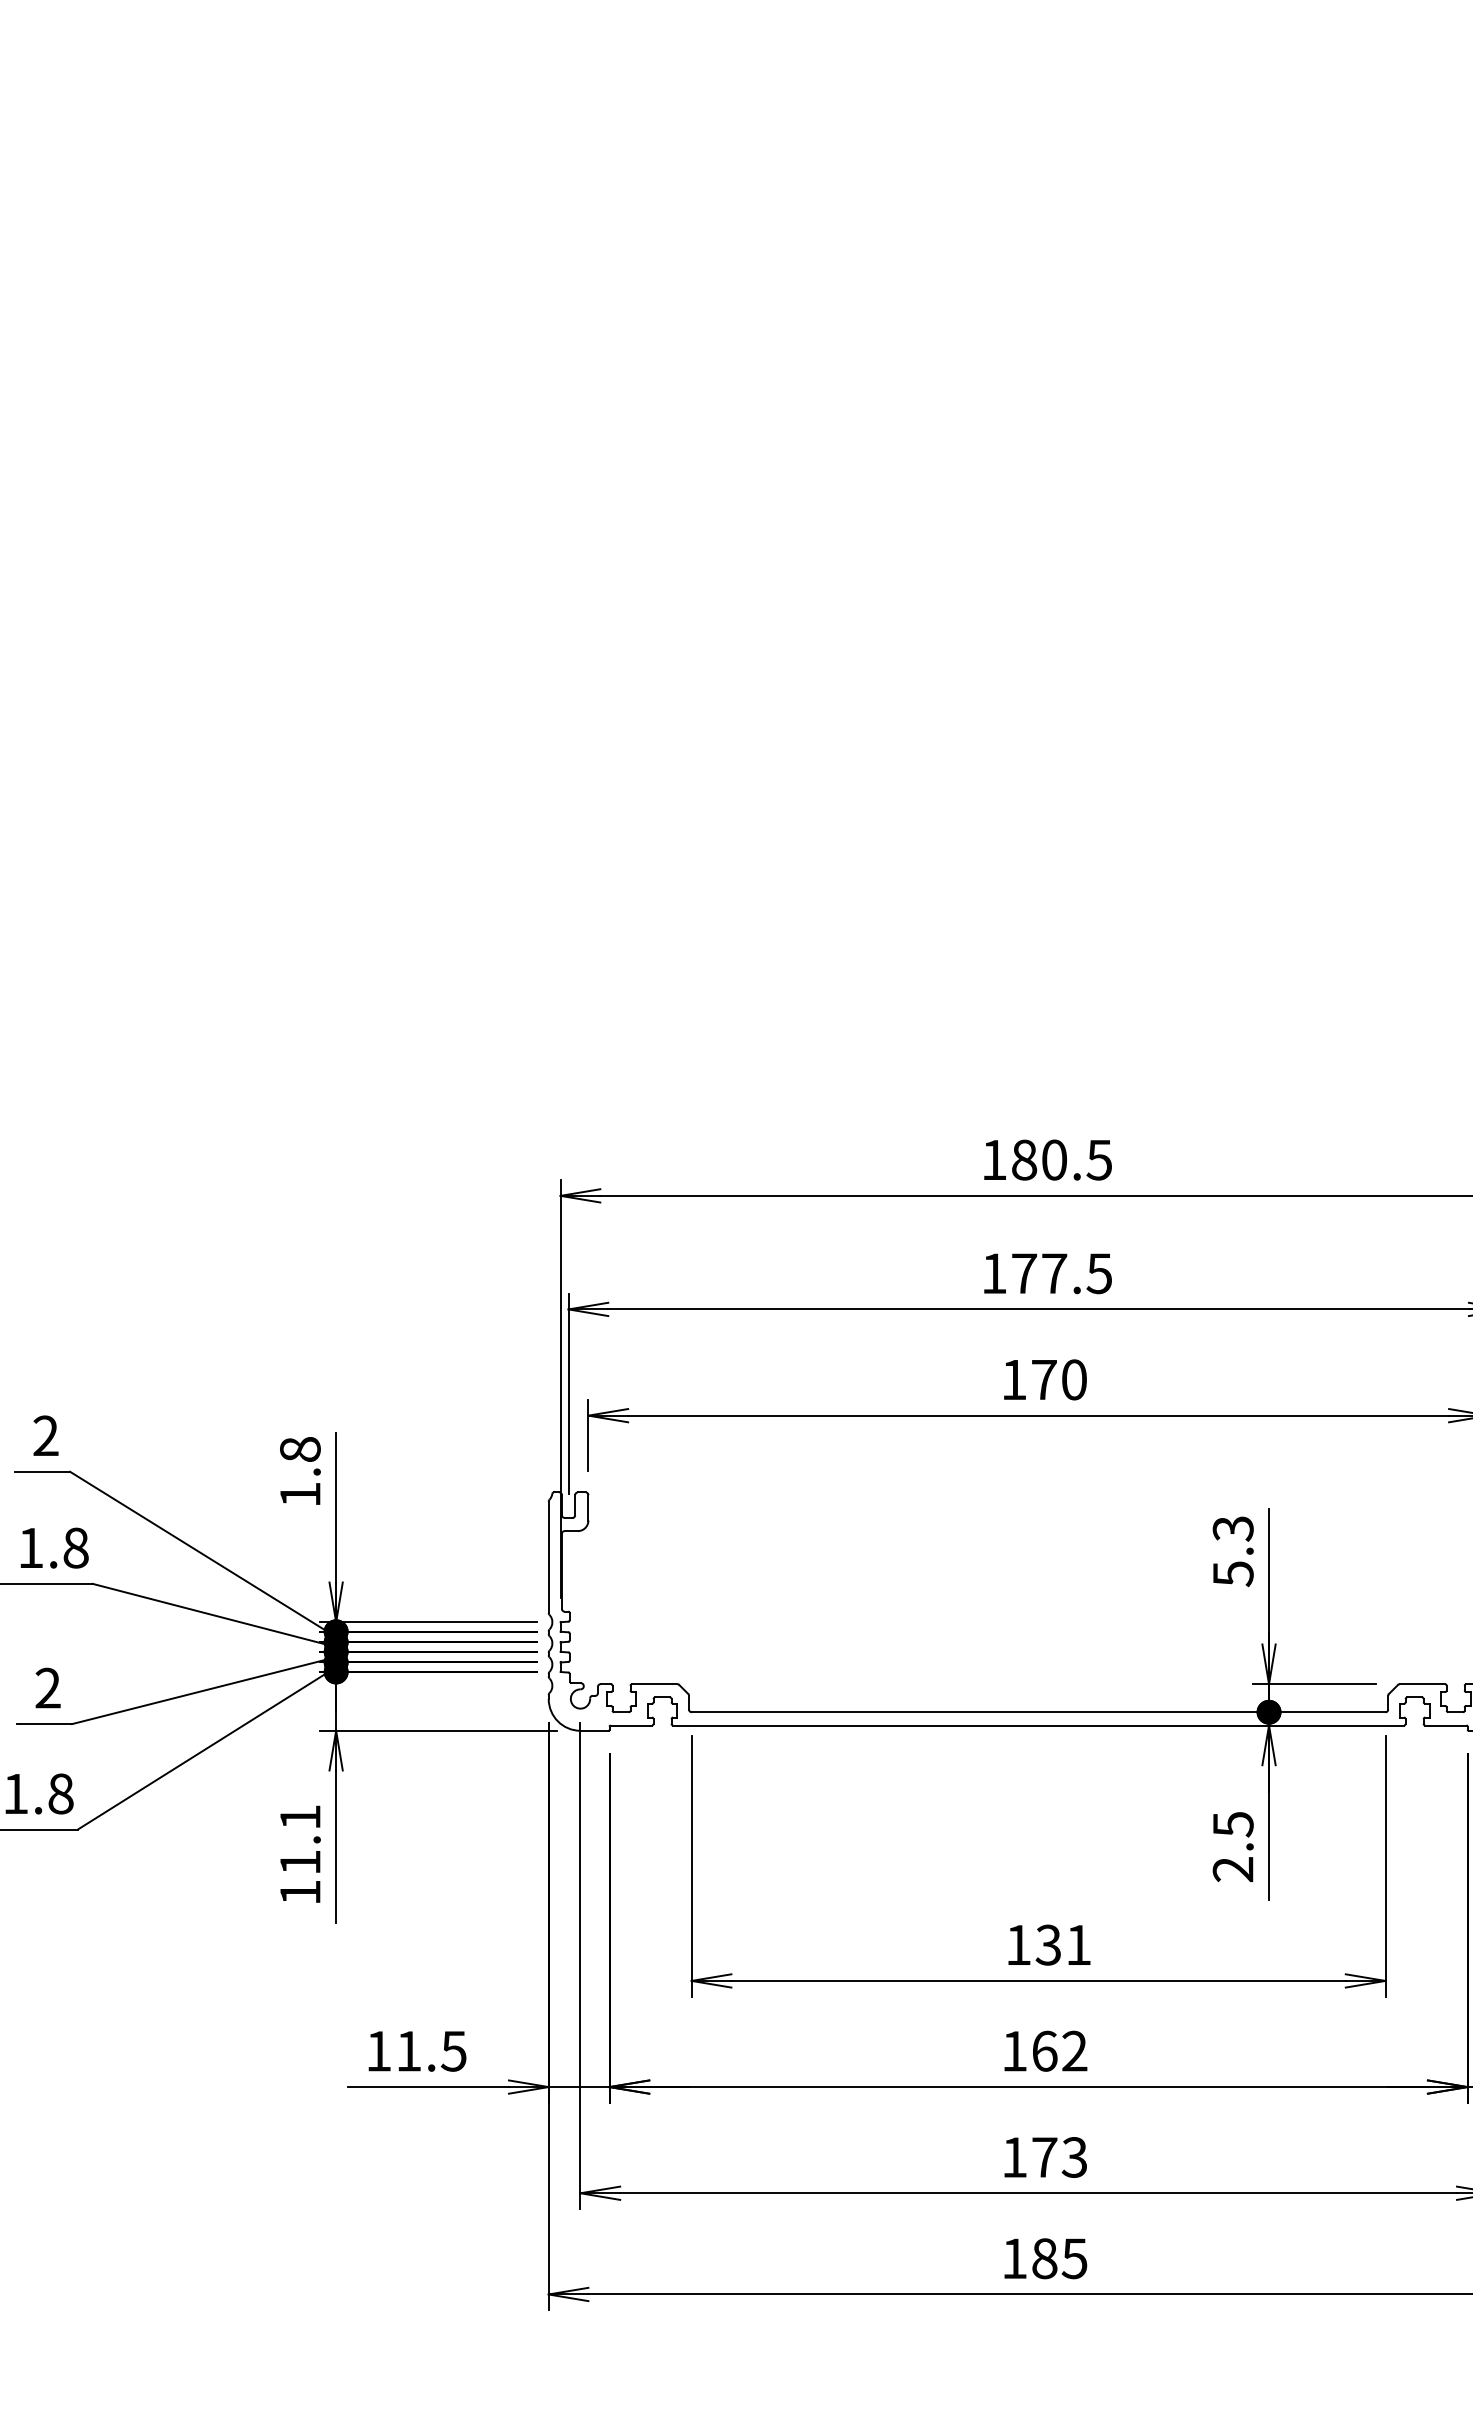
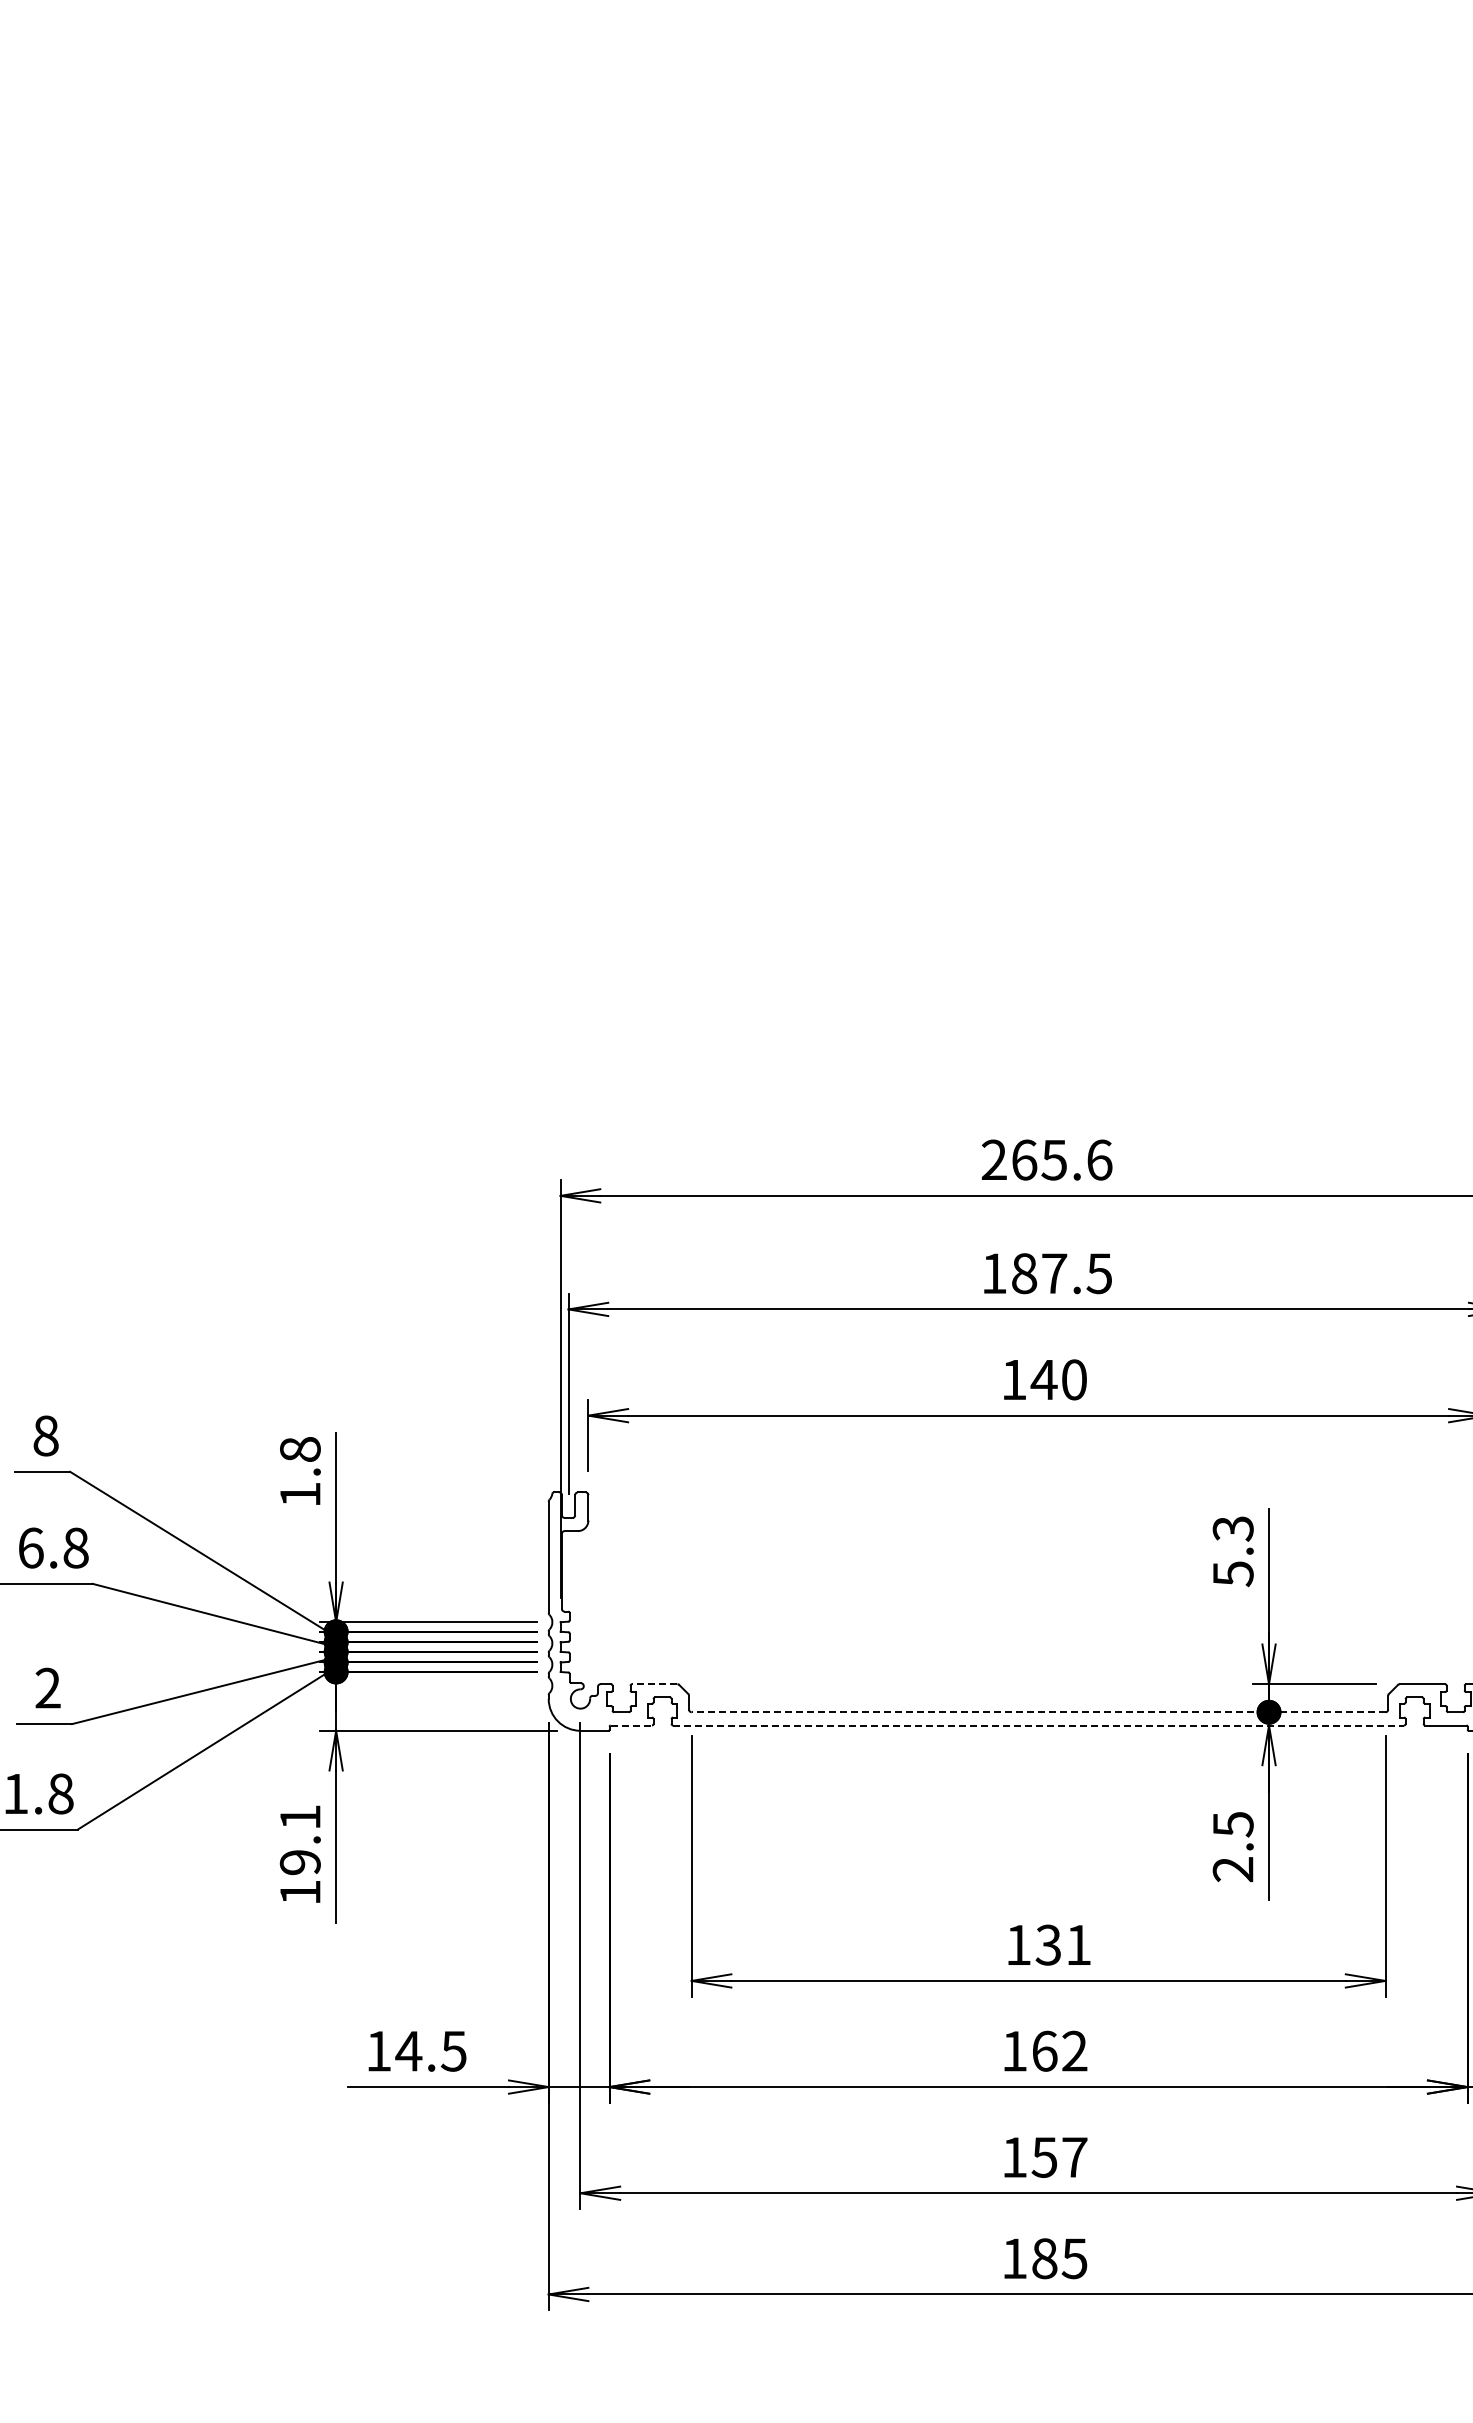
text at (1046, 1159): 180.5 -> 265.6
text at (1024, 1273): 177.5 -> 187.5
text at (1043, 1379): 170 -> 140
text at (45, 1435): 2 -> 8
text at (31, 1547): 1.8 -> 6.8
line at (654, 1684): solid -> dashed
line at (1038, 1712): solid -> dashed
line at (631, 1725): solid -> dashed
line at (1039, 1725): solid -> dashed
text at (299, 1862): 11.1 -> 19.1
text at (408, 2051): 11.5 -> 14.5
text at (1059, 2157): 173 -> 157
